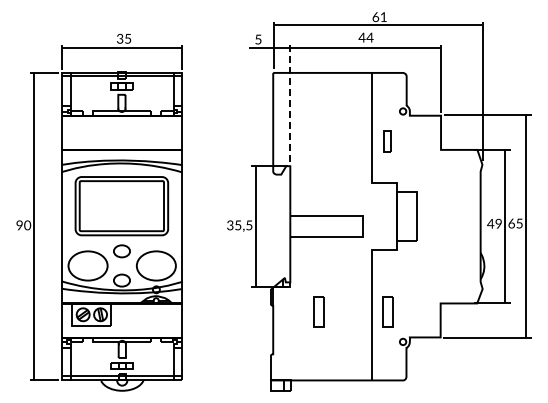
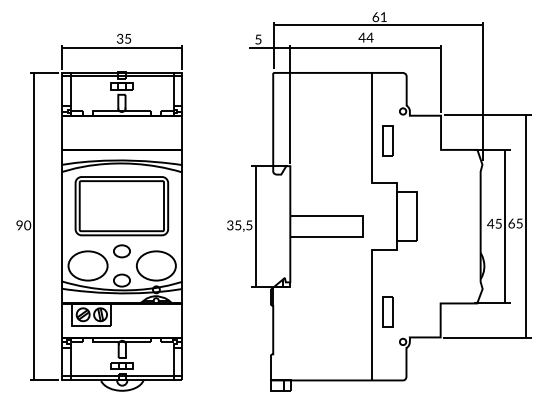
line at (290, 104): dashed -> solid
part at (387, 141) size: 9x23 px -> 12x32 px
text at (498, 223): 49 -> 45
part at (318, 311): present -> none
